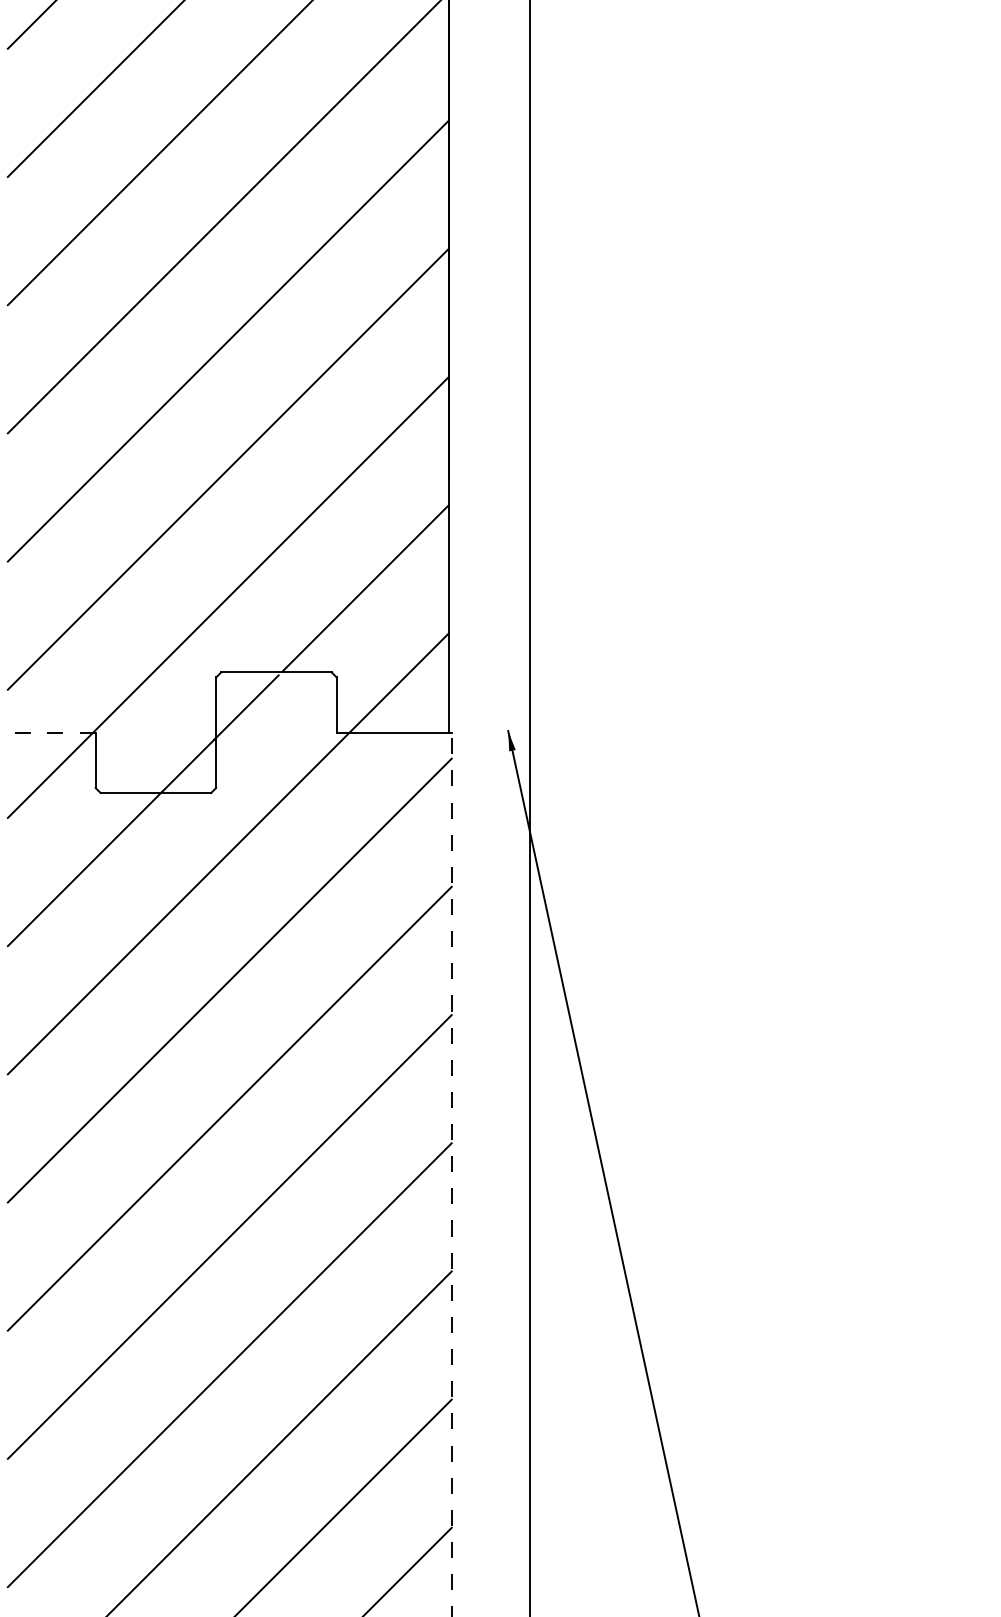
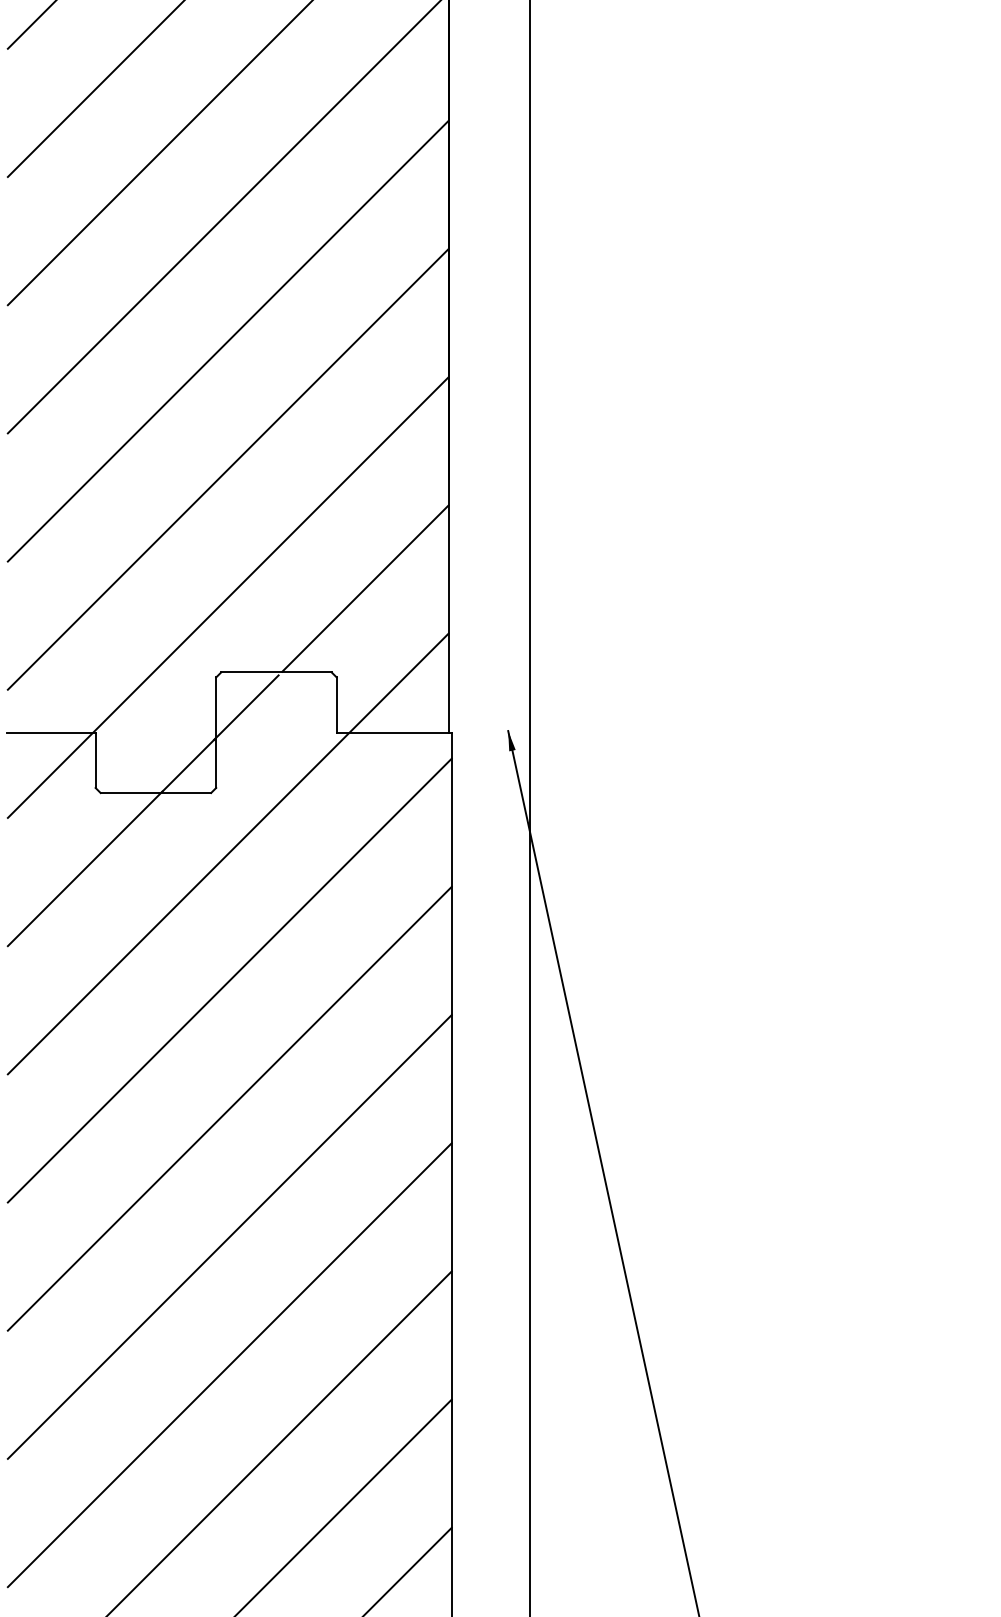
line at (50, 732): dashed -> solid
line at (452, 1174): dashed -> solid
